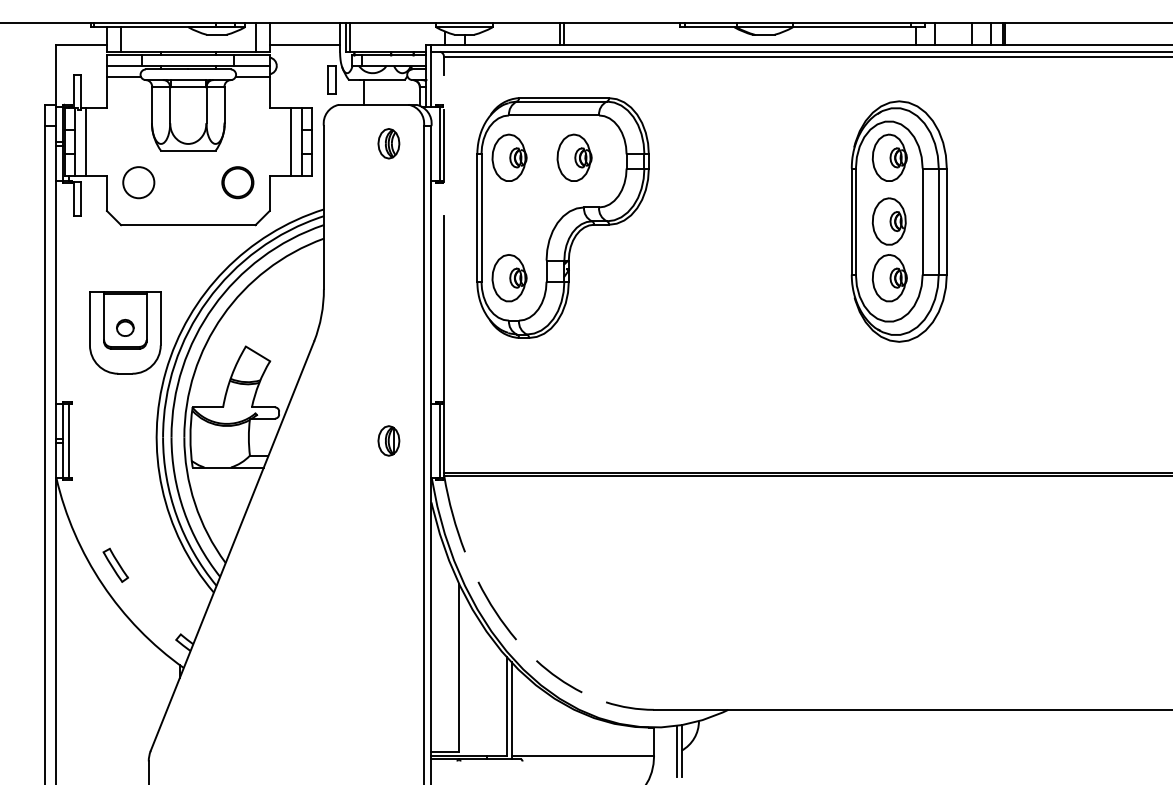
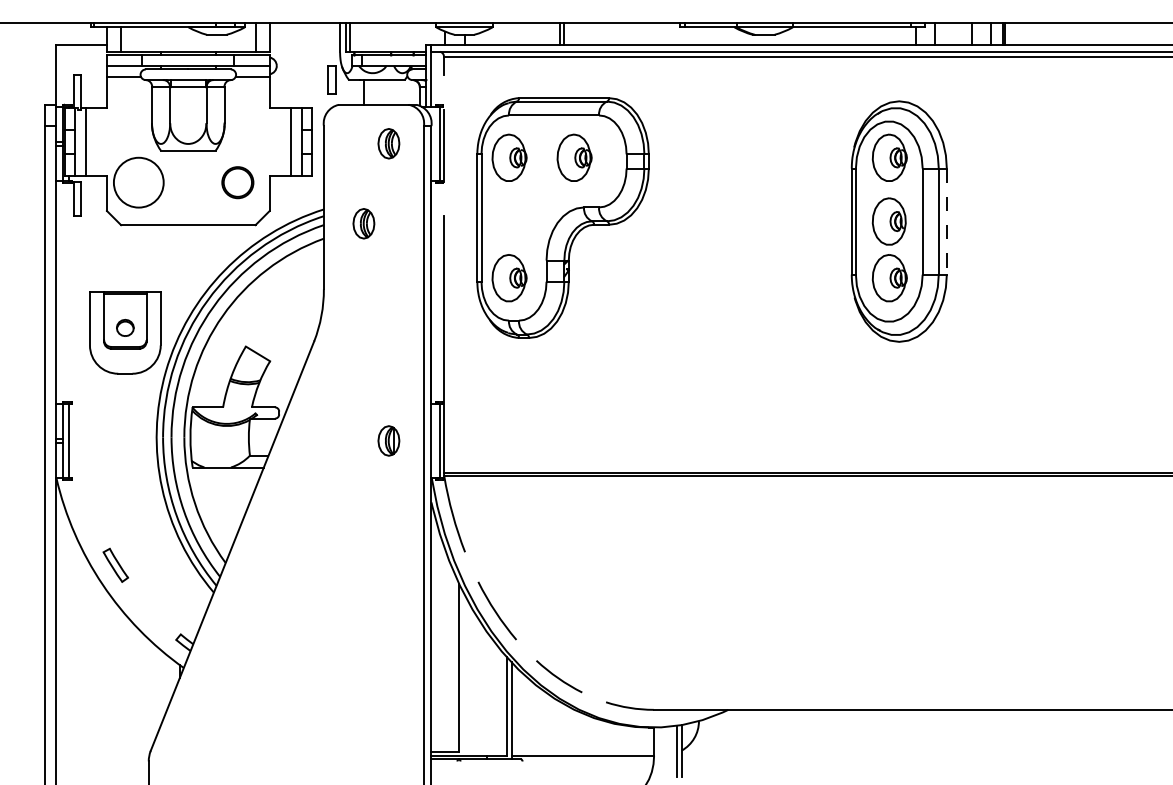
line at (304, 44): present -> none
circle at (138, 182) diameter: 31 px -> 50 px
line at (946, 222): solid -> dashed
part at (363, 223): none -> present
